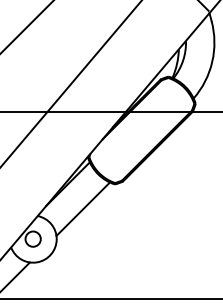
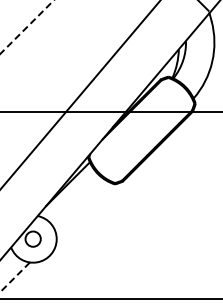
line at (27, 26): solid -> dashed
line at (71, 83) position: (71, 83) -> (80, 94)
line at (82, 208): present -> none
line at (15, 277): solid -> dashed
